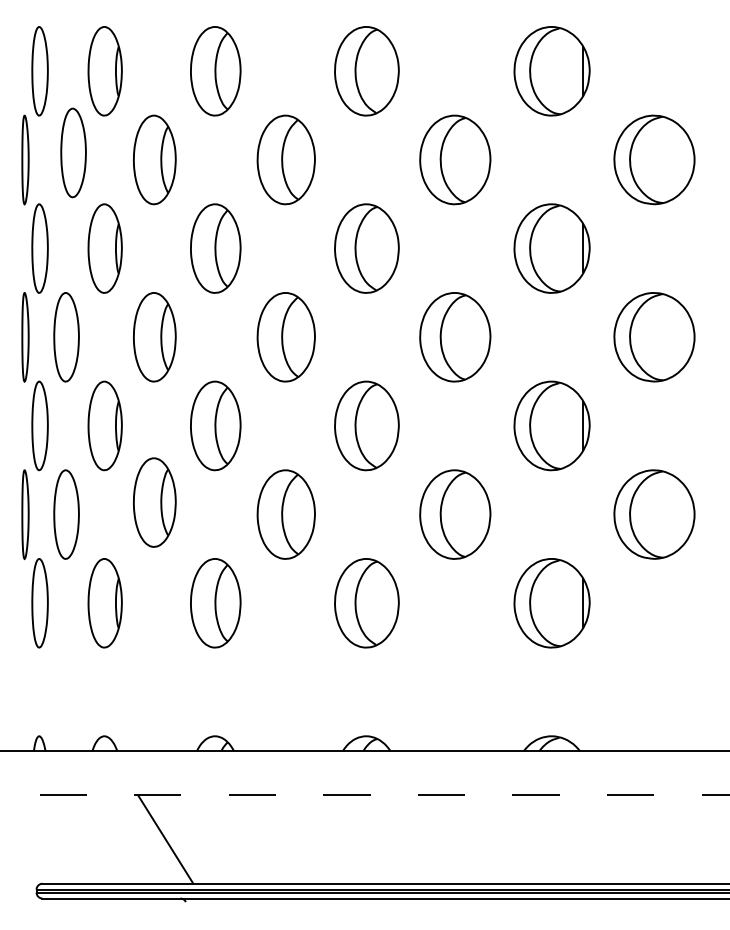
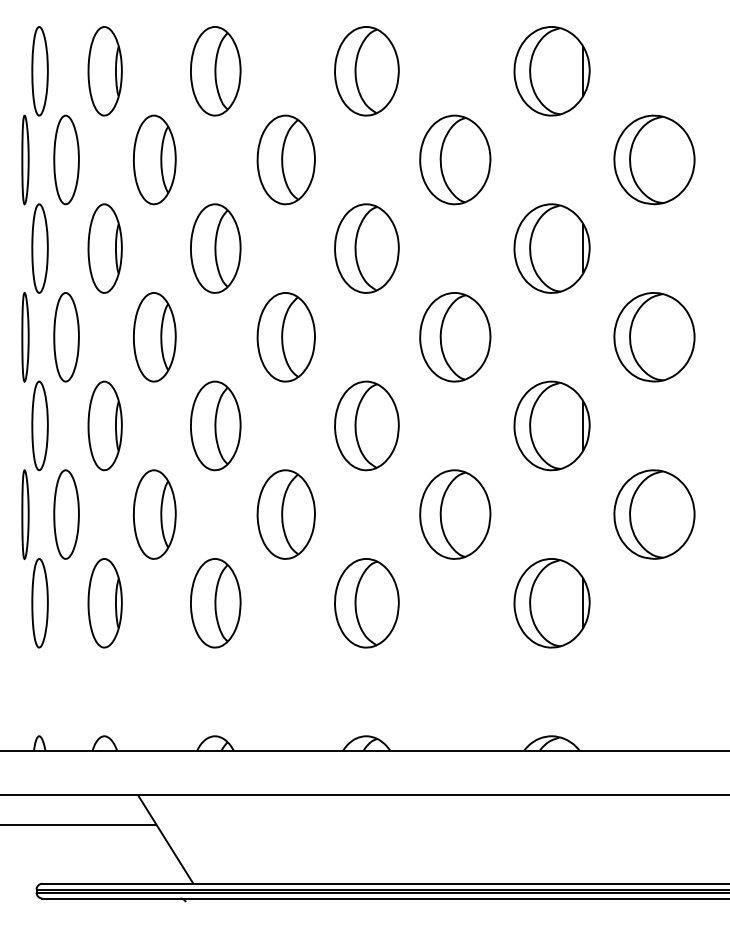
part at (73, 152) position: (73, 152) -> (66, 159)
part at (154, 502) position: (154, 502) -> (154, 514)
line at (365, 795): dashed -> solid
line at (79, 824): none -> present
